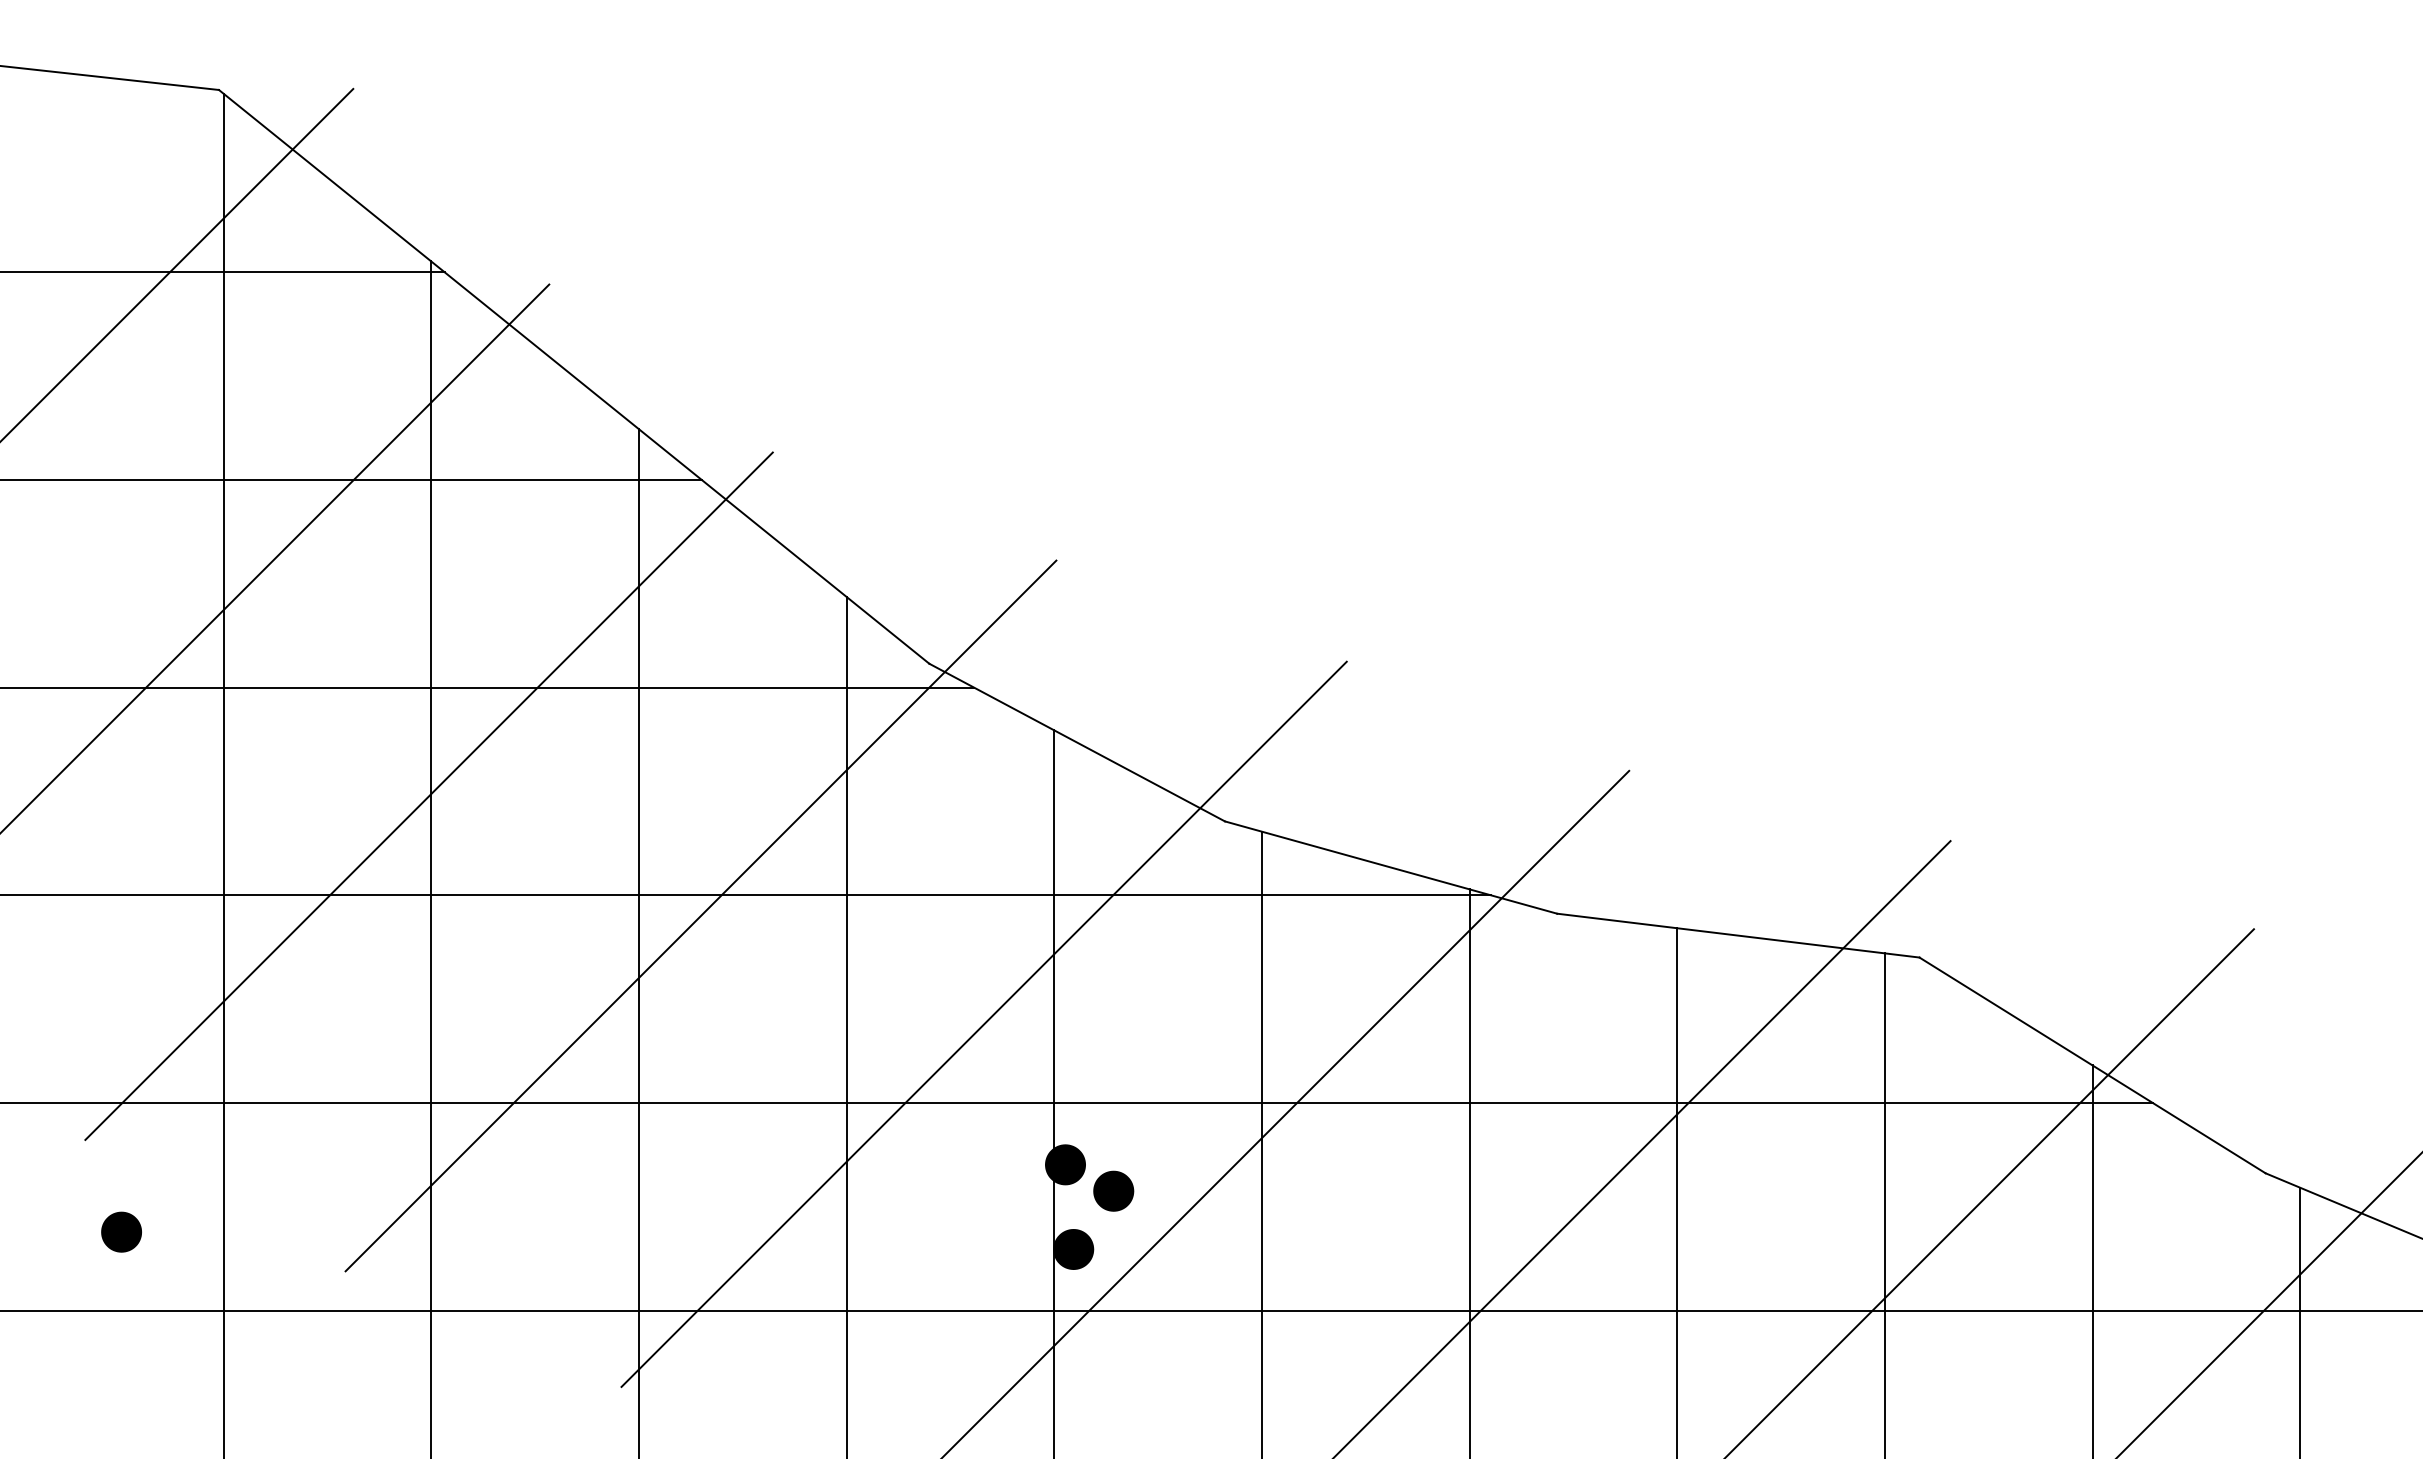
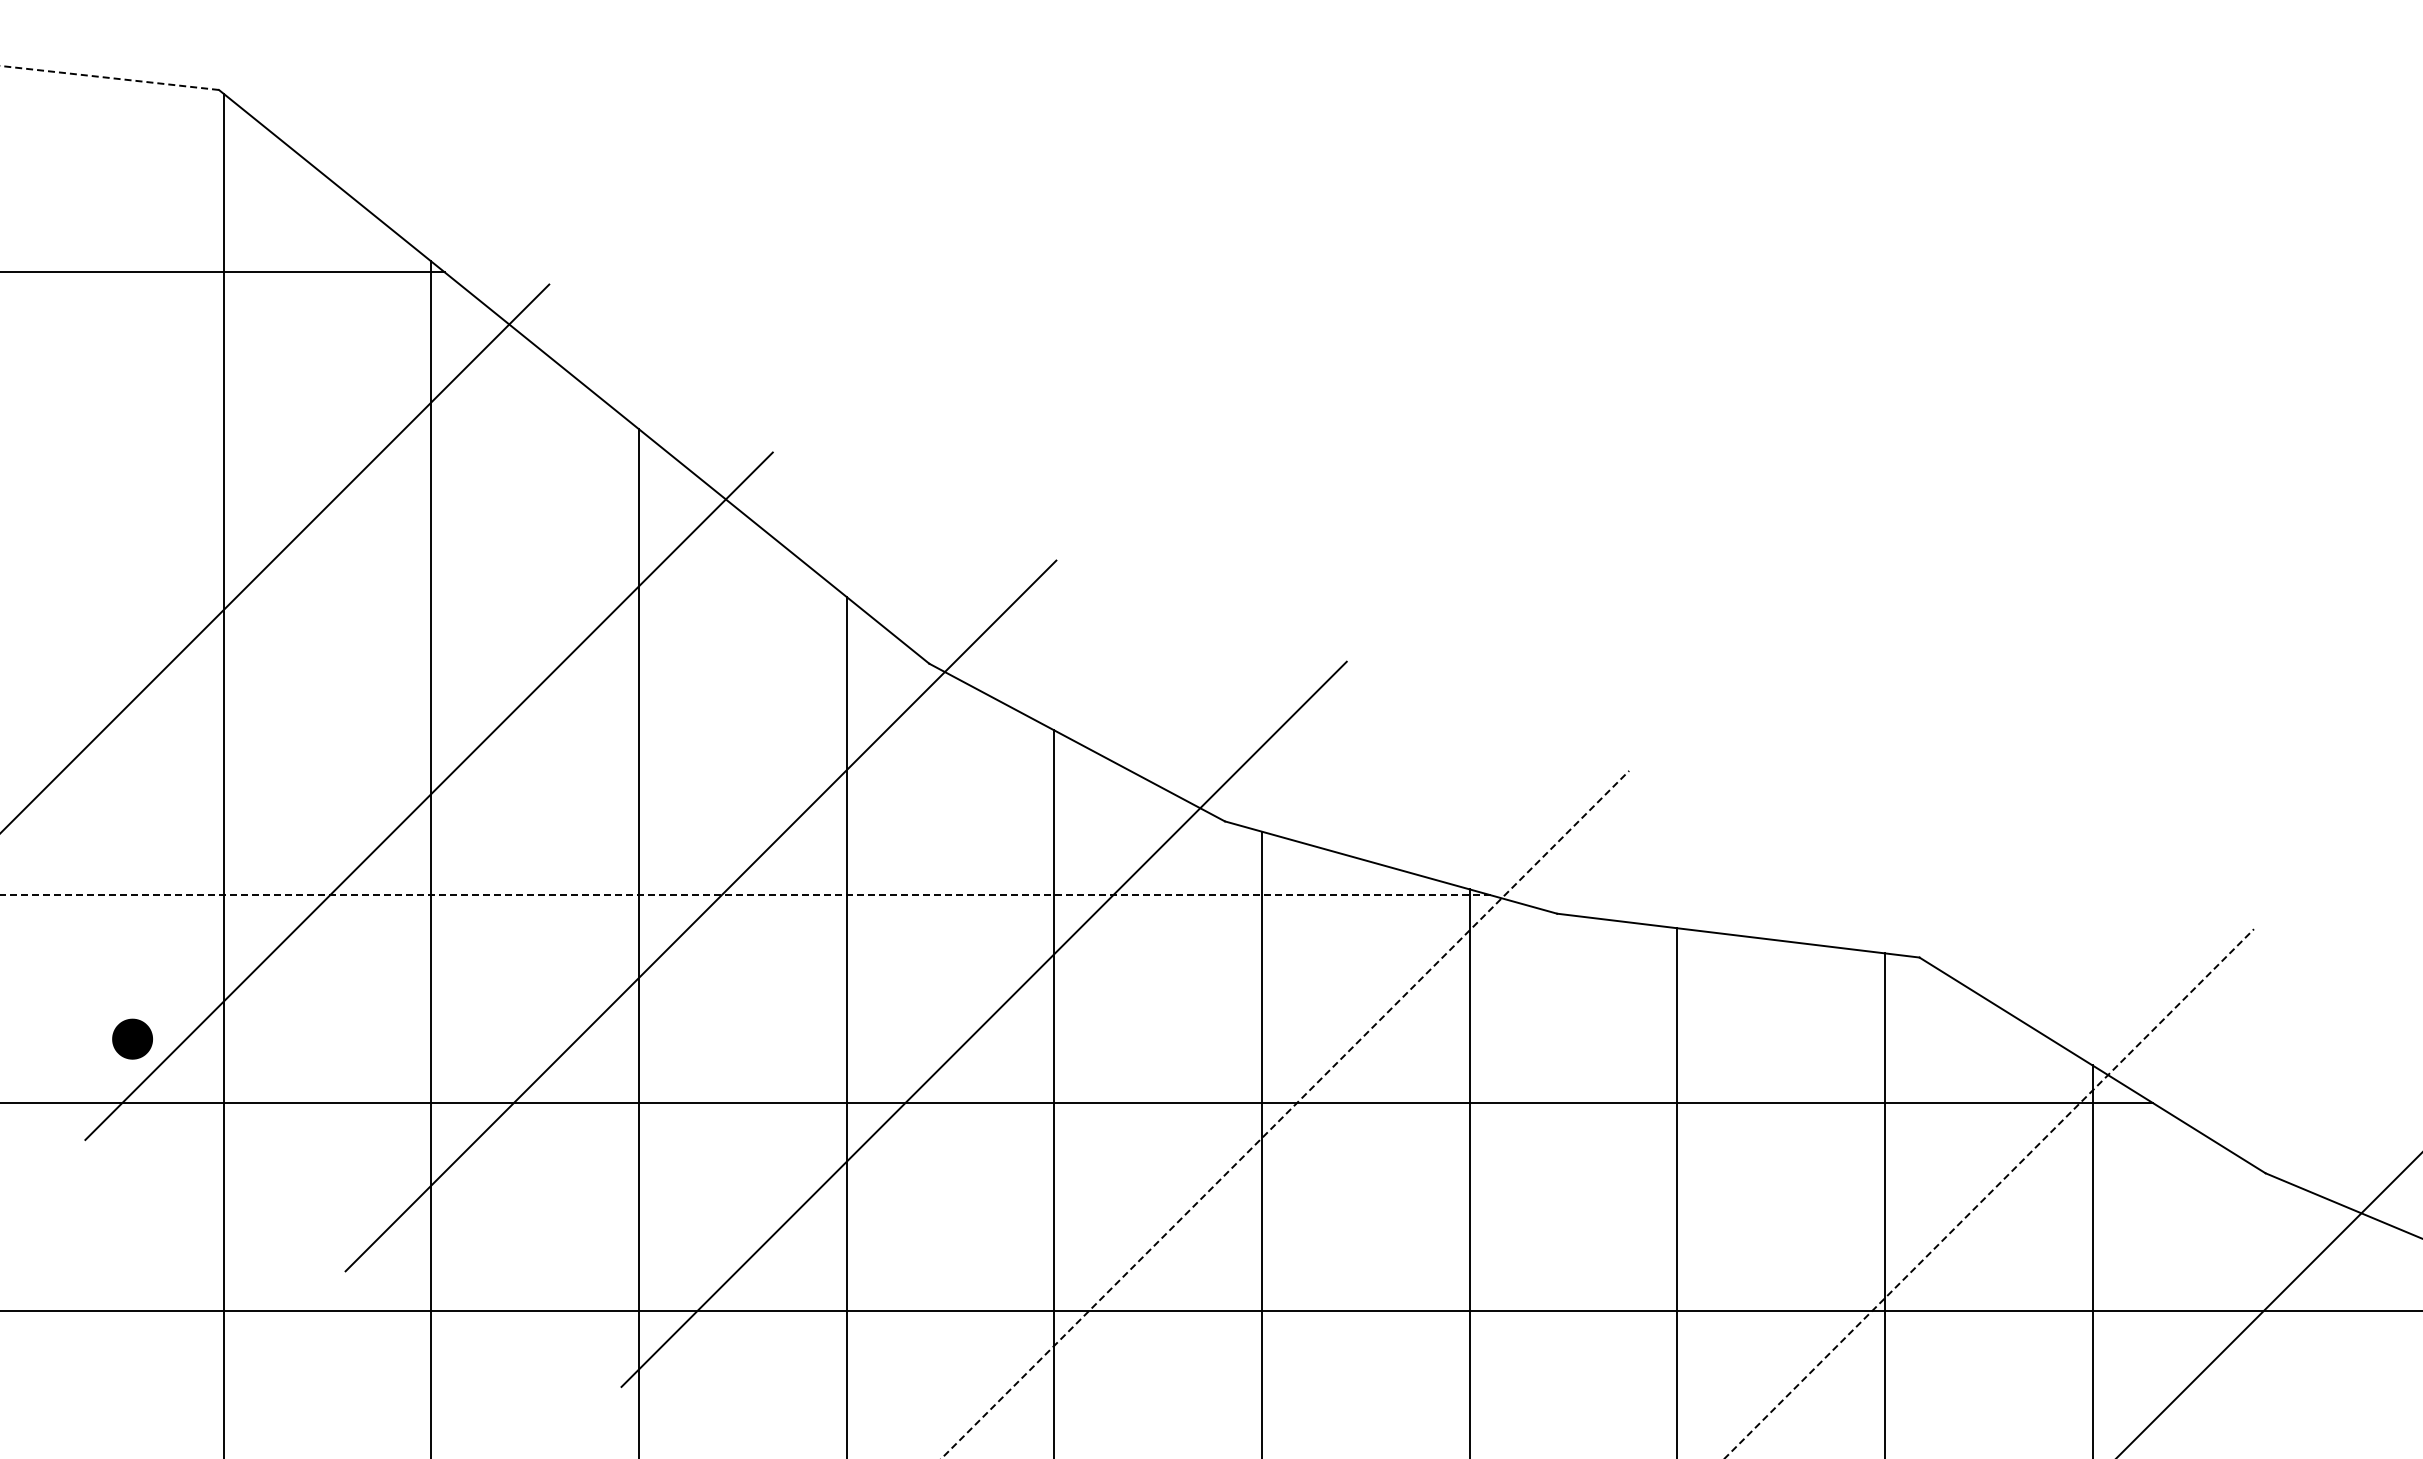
line at (109, 77): solid -> dashed
line at (177, 263): present -> none
line at (351, 479): present -> none
line at (488, 687): present -> none
line at (745, 895): solid -> dashed
line at (1285, 1114): solid -> dashed
line at (1642, 1148): present -> none
fill at (1065, 1164): present -> none
fill at (1113, 1190): present -> none
line at (1989, 1193): solid -> dashed
part at (121, 1231) position: (121, 1231) -> (132, 1038)
fill at (1073, 1249): present -> none
line at (2300, 1321): present -> none
